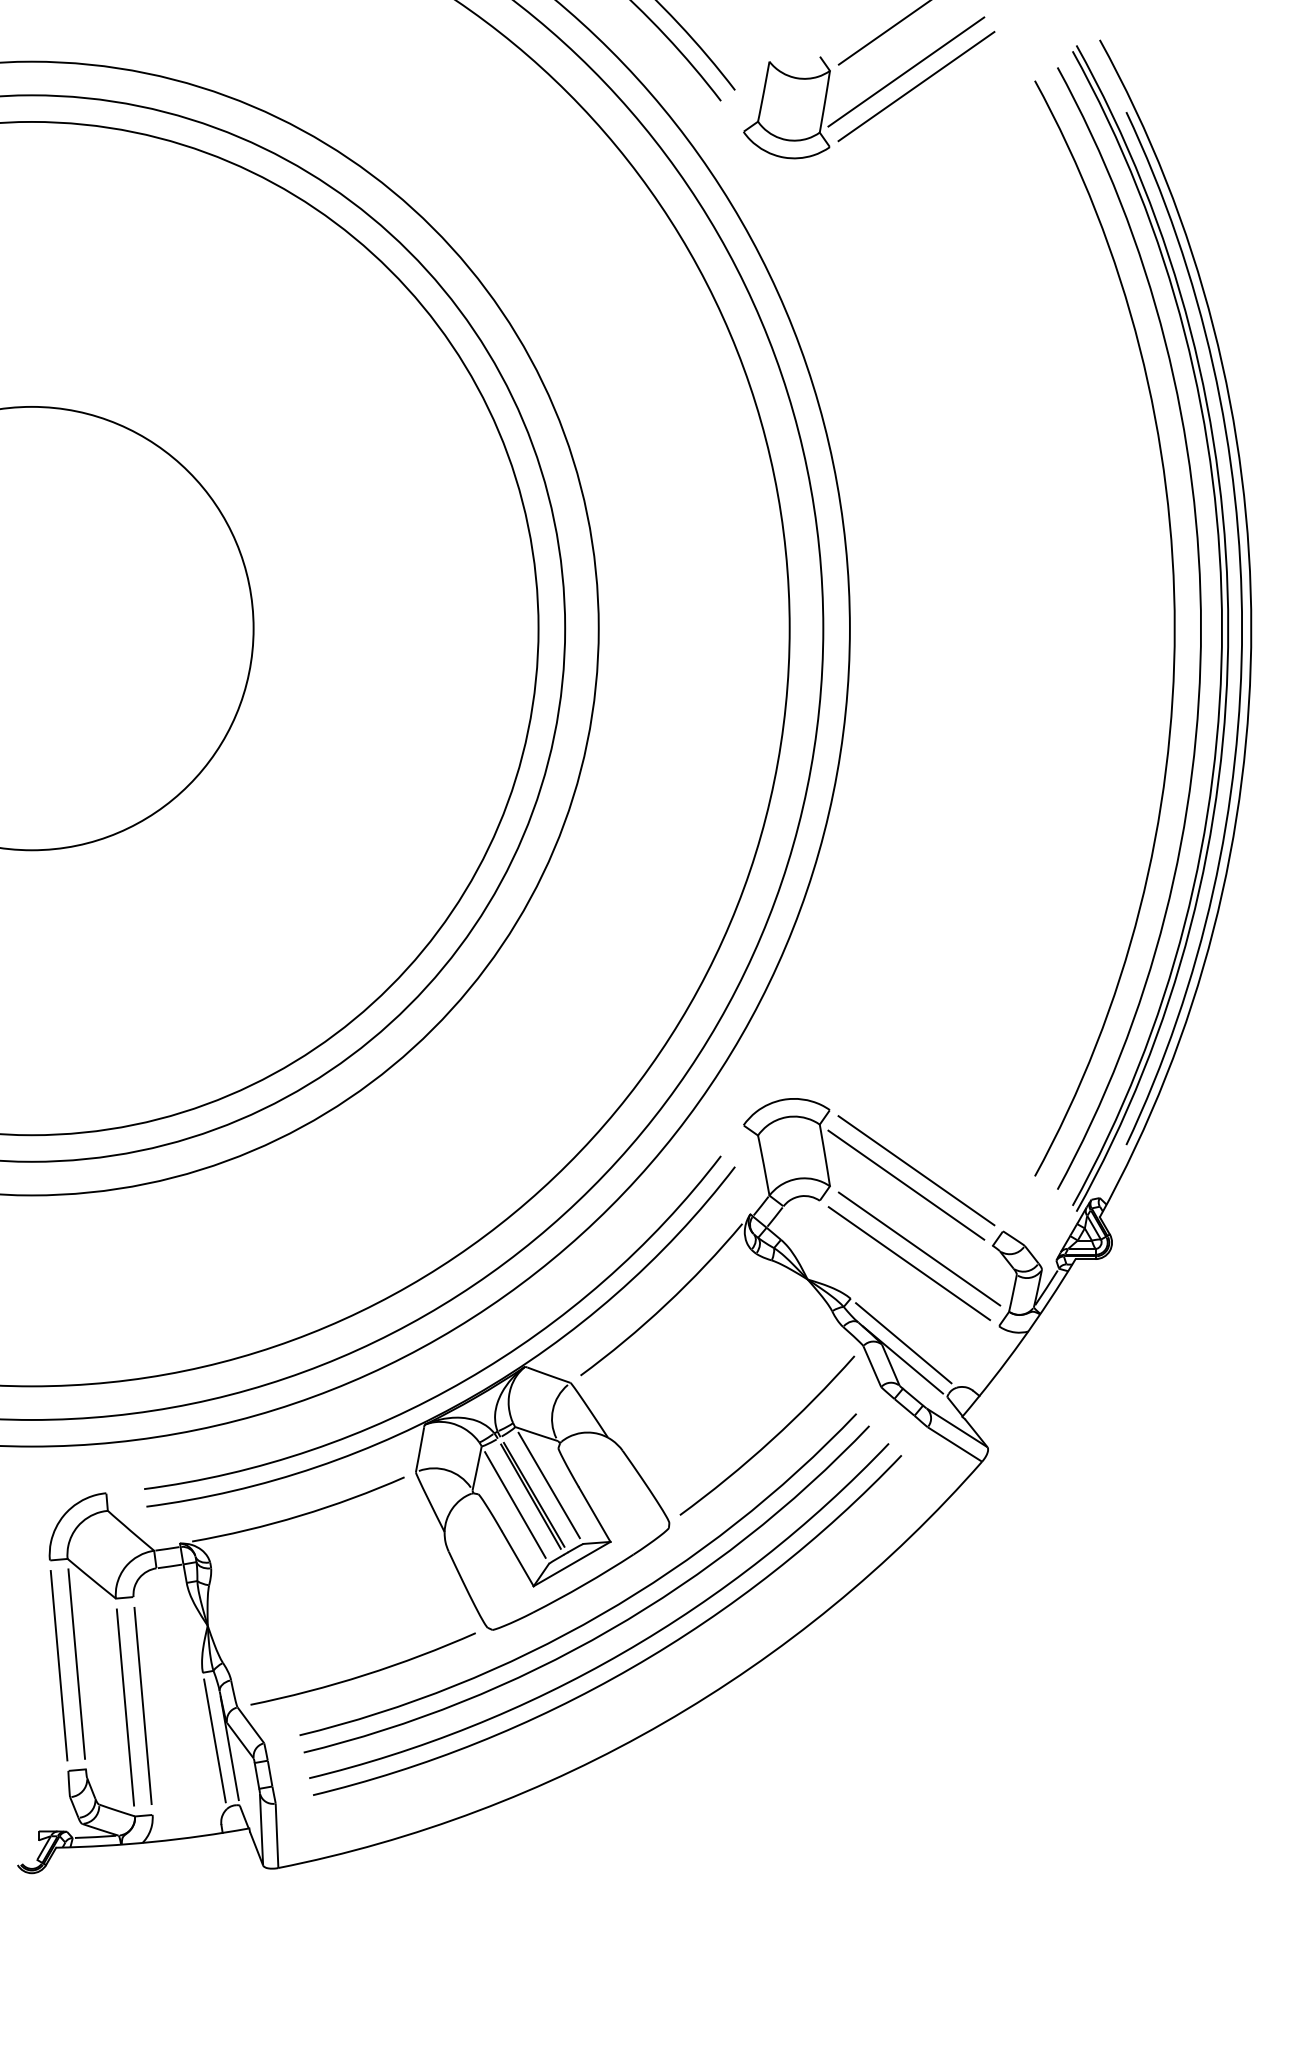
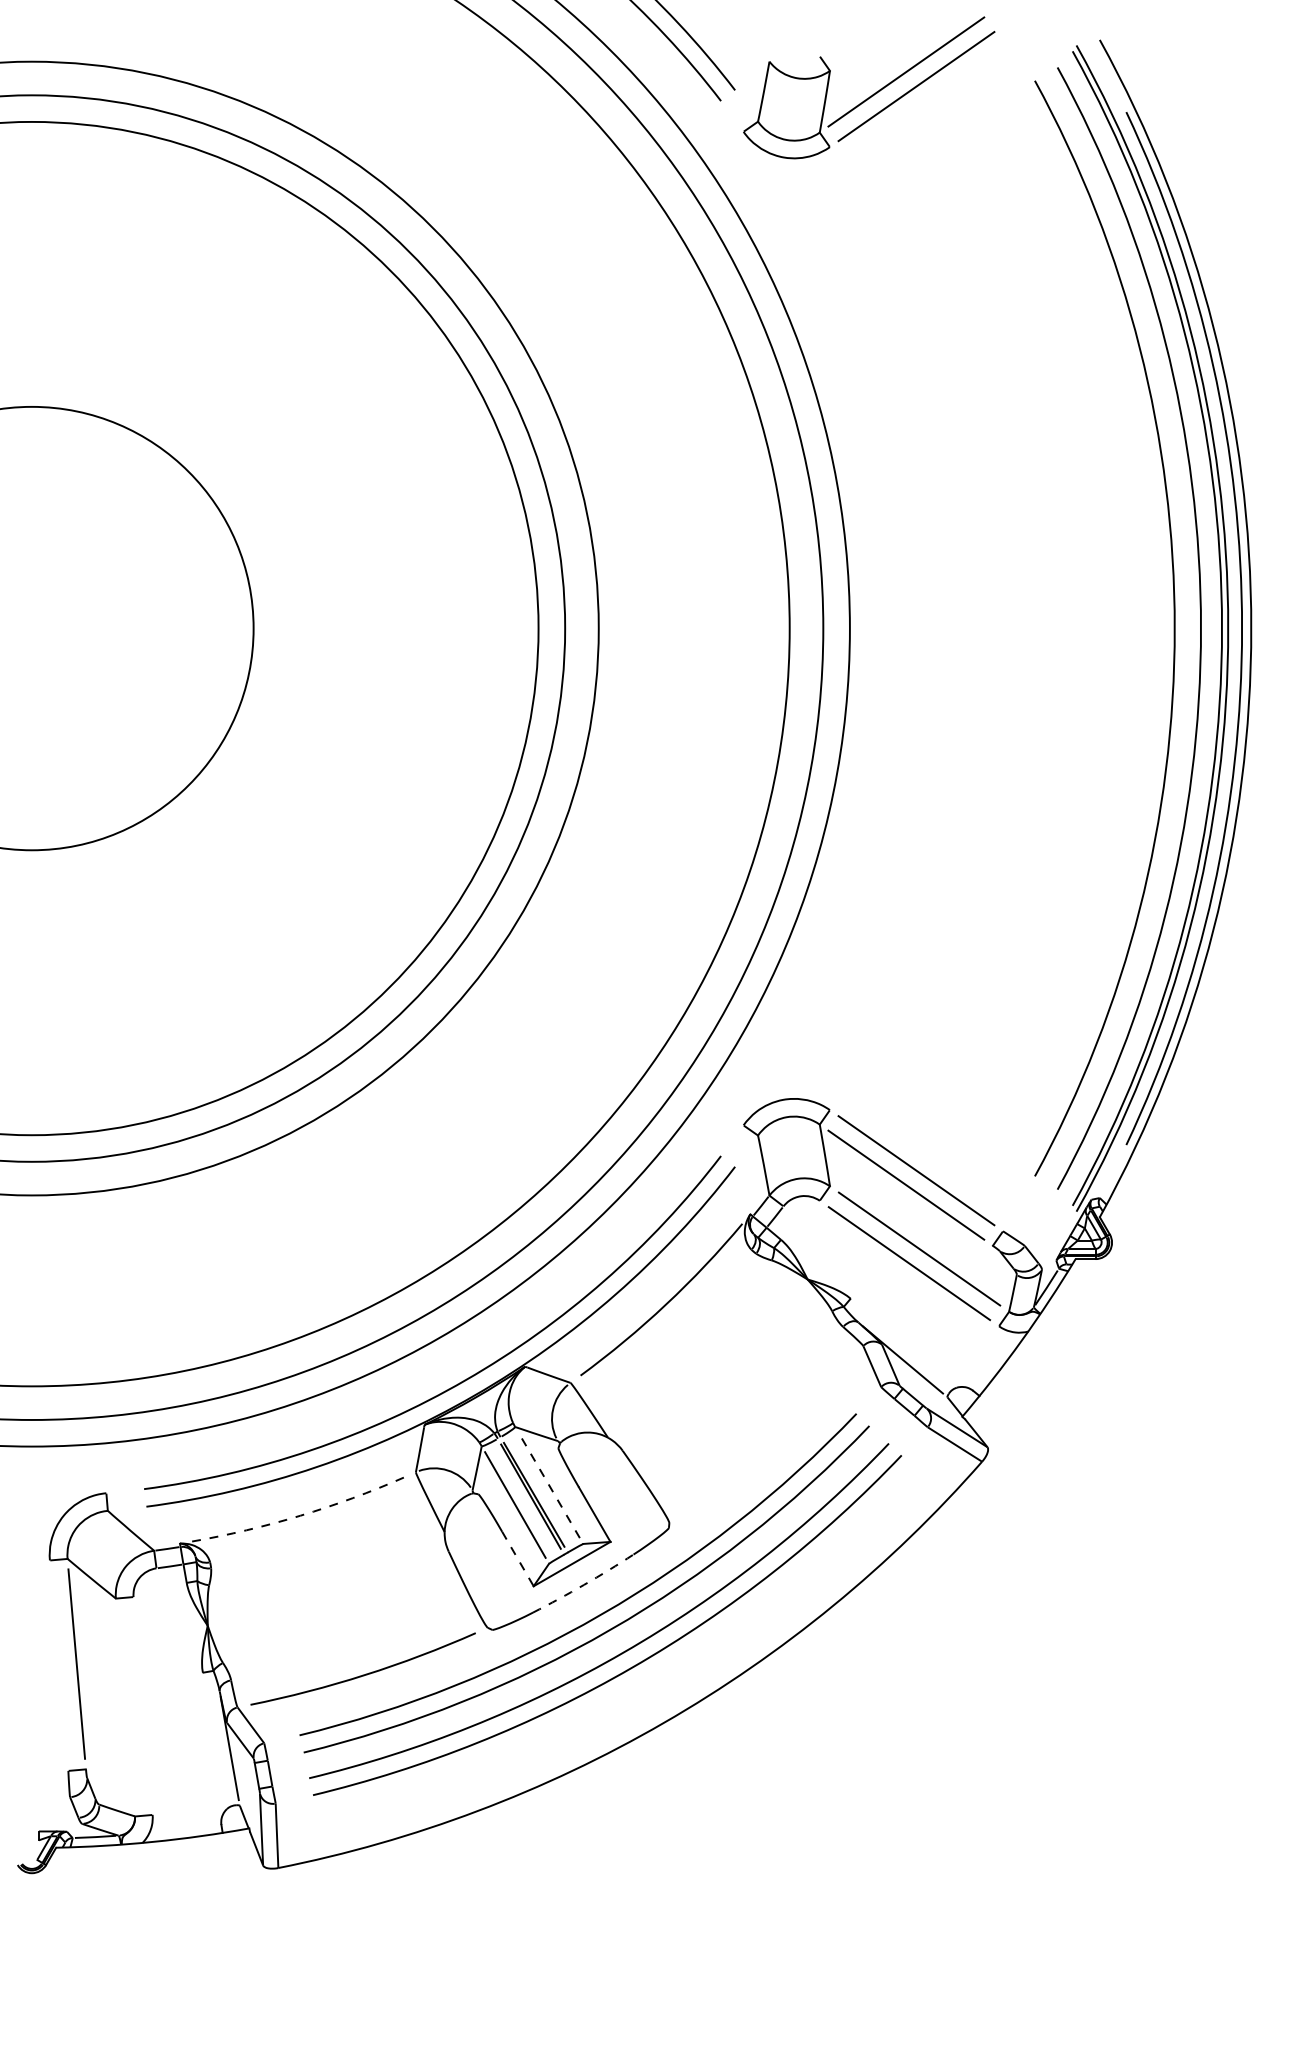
line at (882, 33): present -> none
line at (903, 1343): present -> none
arc at (769, 1440): present -> none
line at (549, 1485): solid -> dashed
arc at (300, 1515): solid -> dashed
line at (518, 1559): solid -> dashed
arc at (584, 1584): solid -> dashed
line at (58, 1665): present -> none
line at (142, 1705): present -> none
line at (125, 1707): present -> none
line at (214, 1740): present -> none
